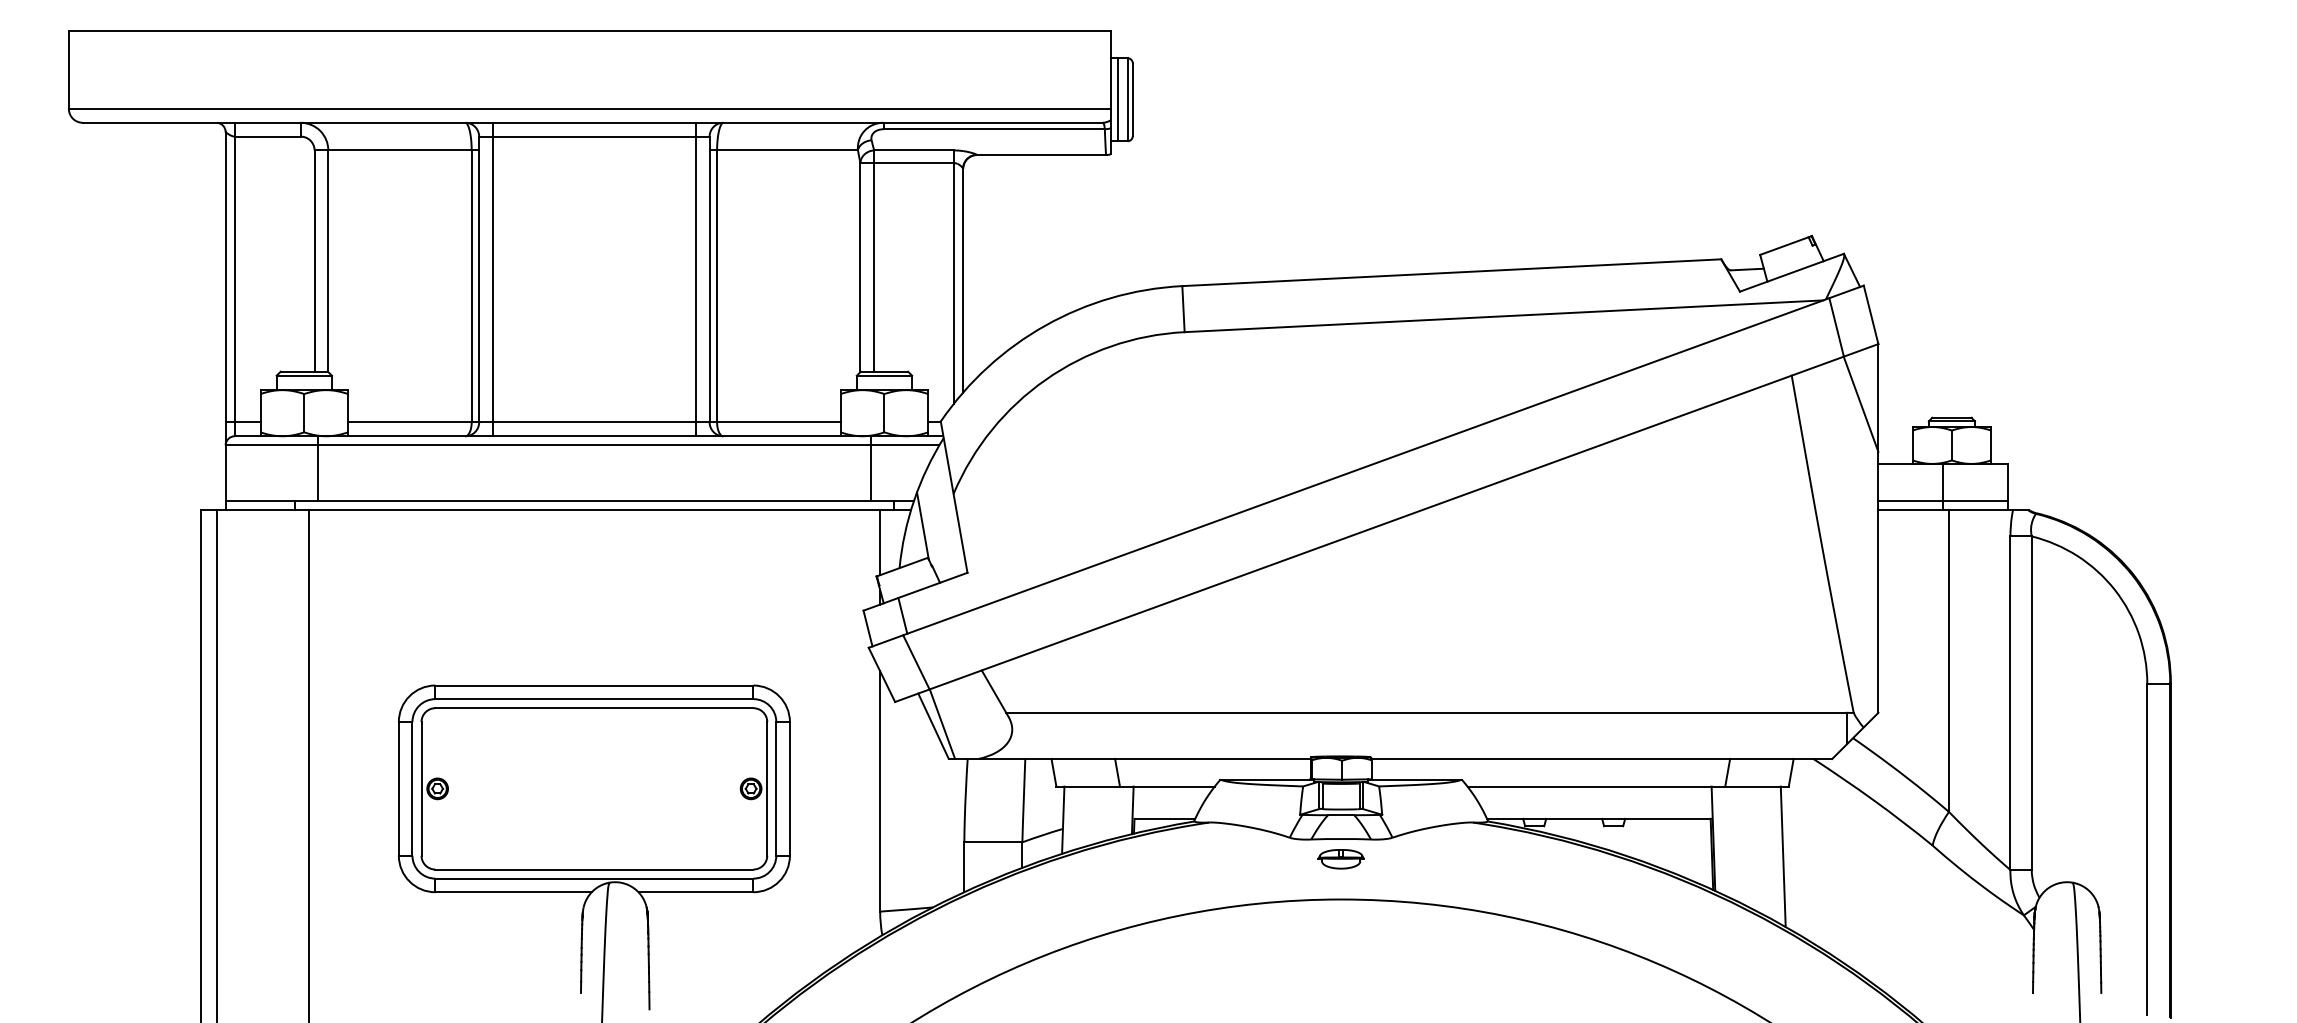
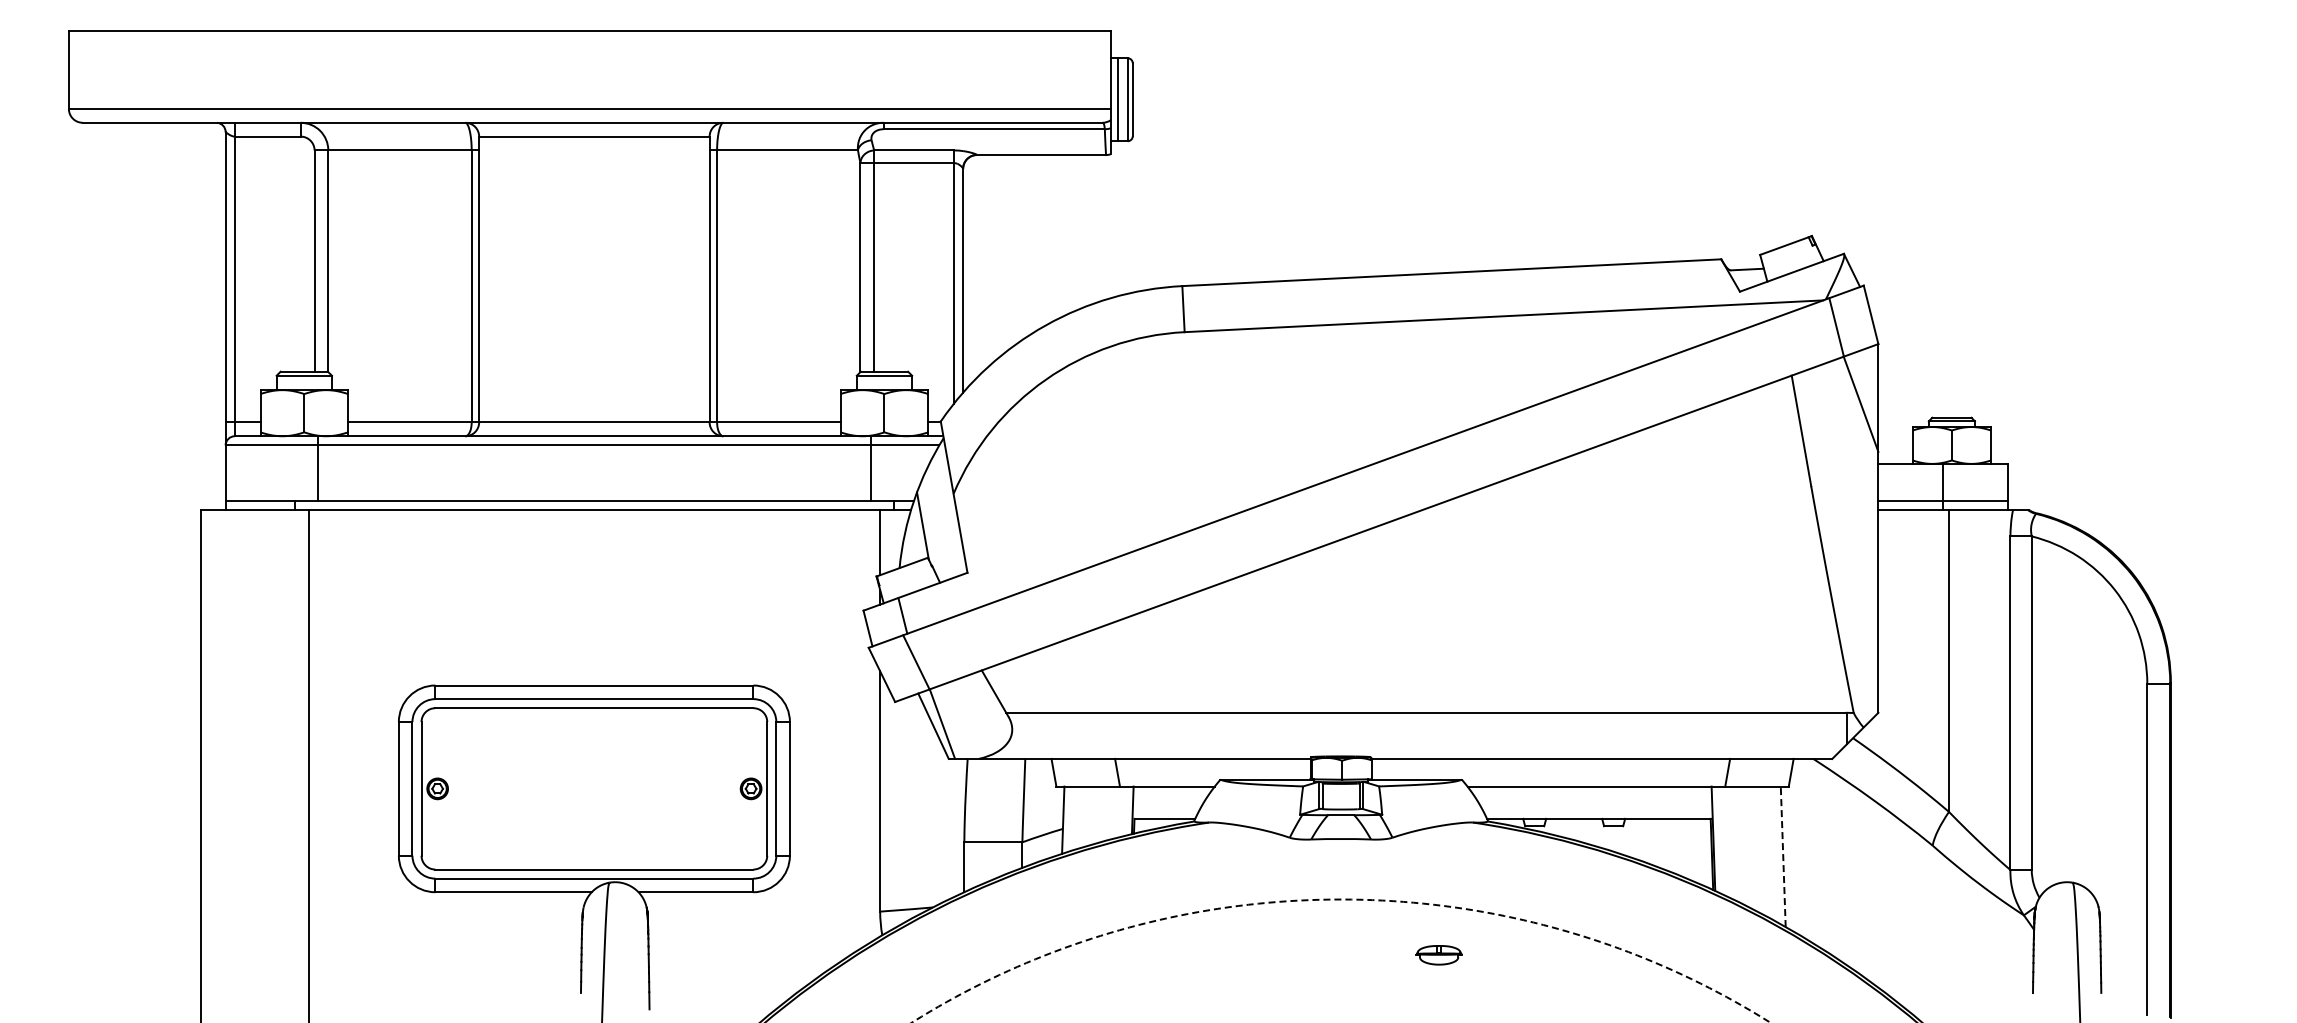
line at (492, 279): present -> none
line at (695, 279): present -> none
line at (216, 764): present -> none
line at (1783, 856): solid -> dashed
part at (1340, 859) position: (1340, 859) -> (1438, 955)
circle at (1340, 960): solid -> dashed
